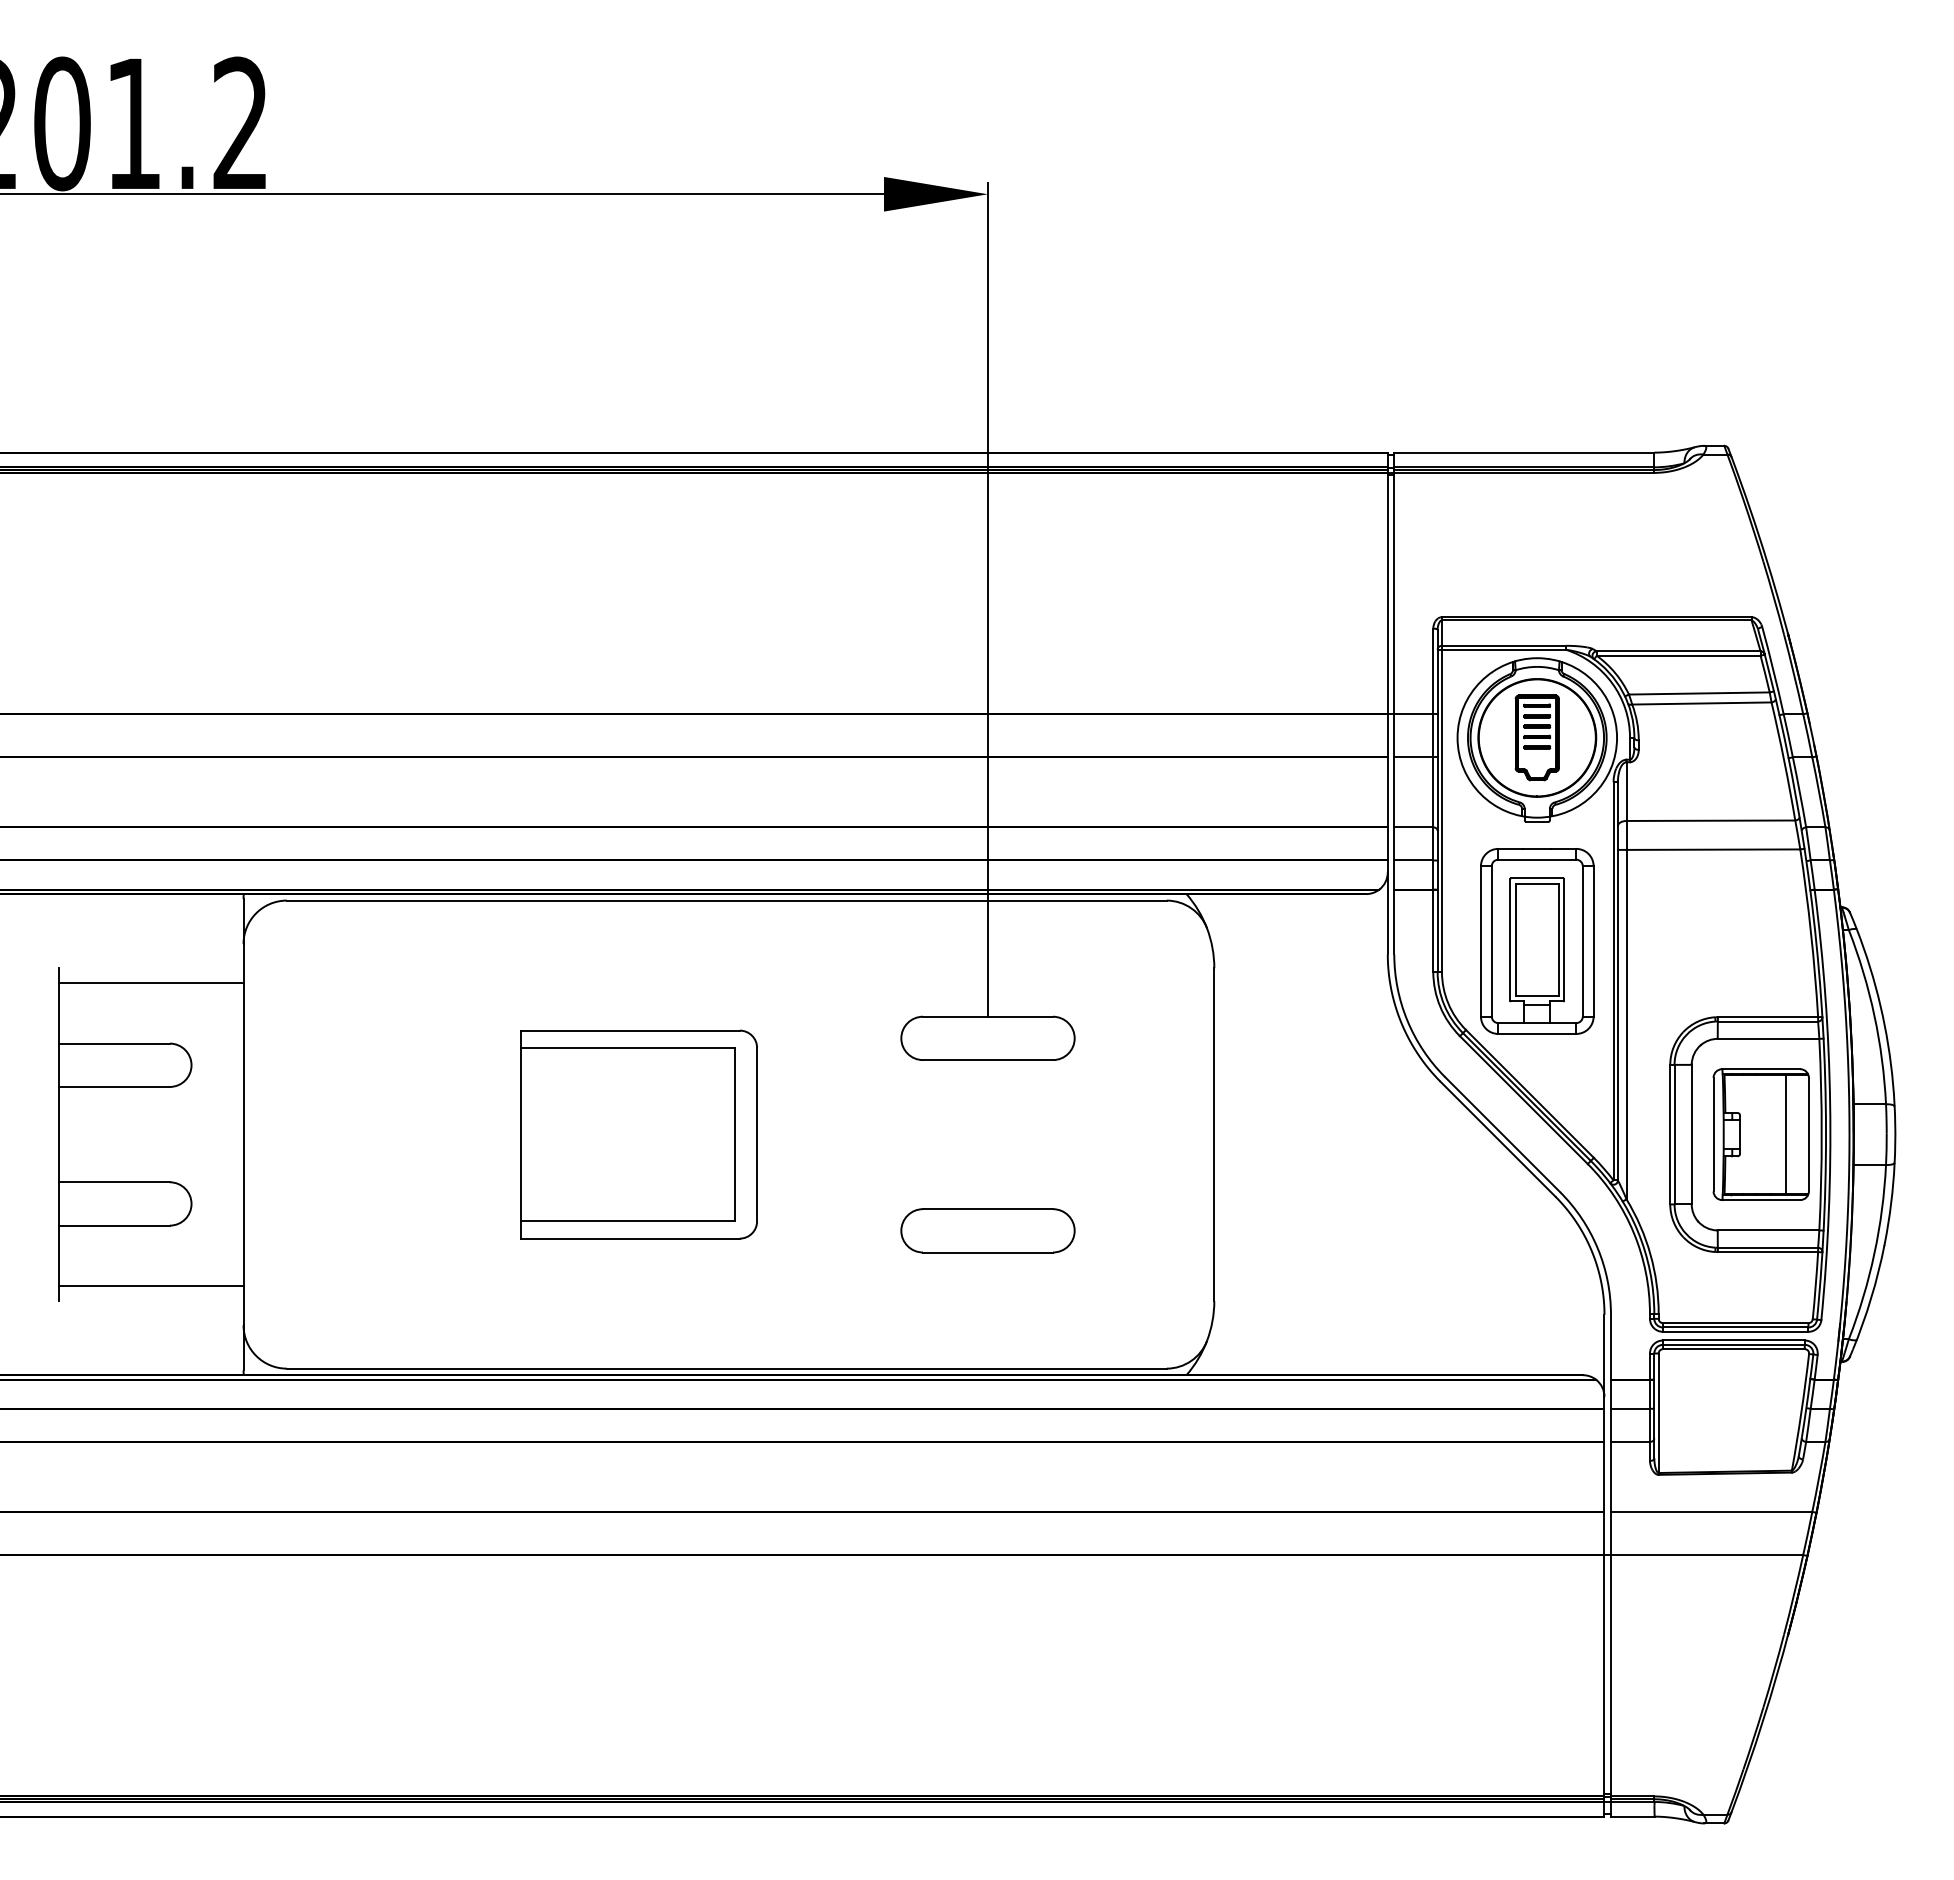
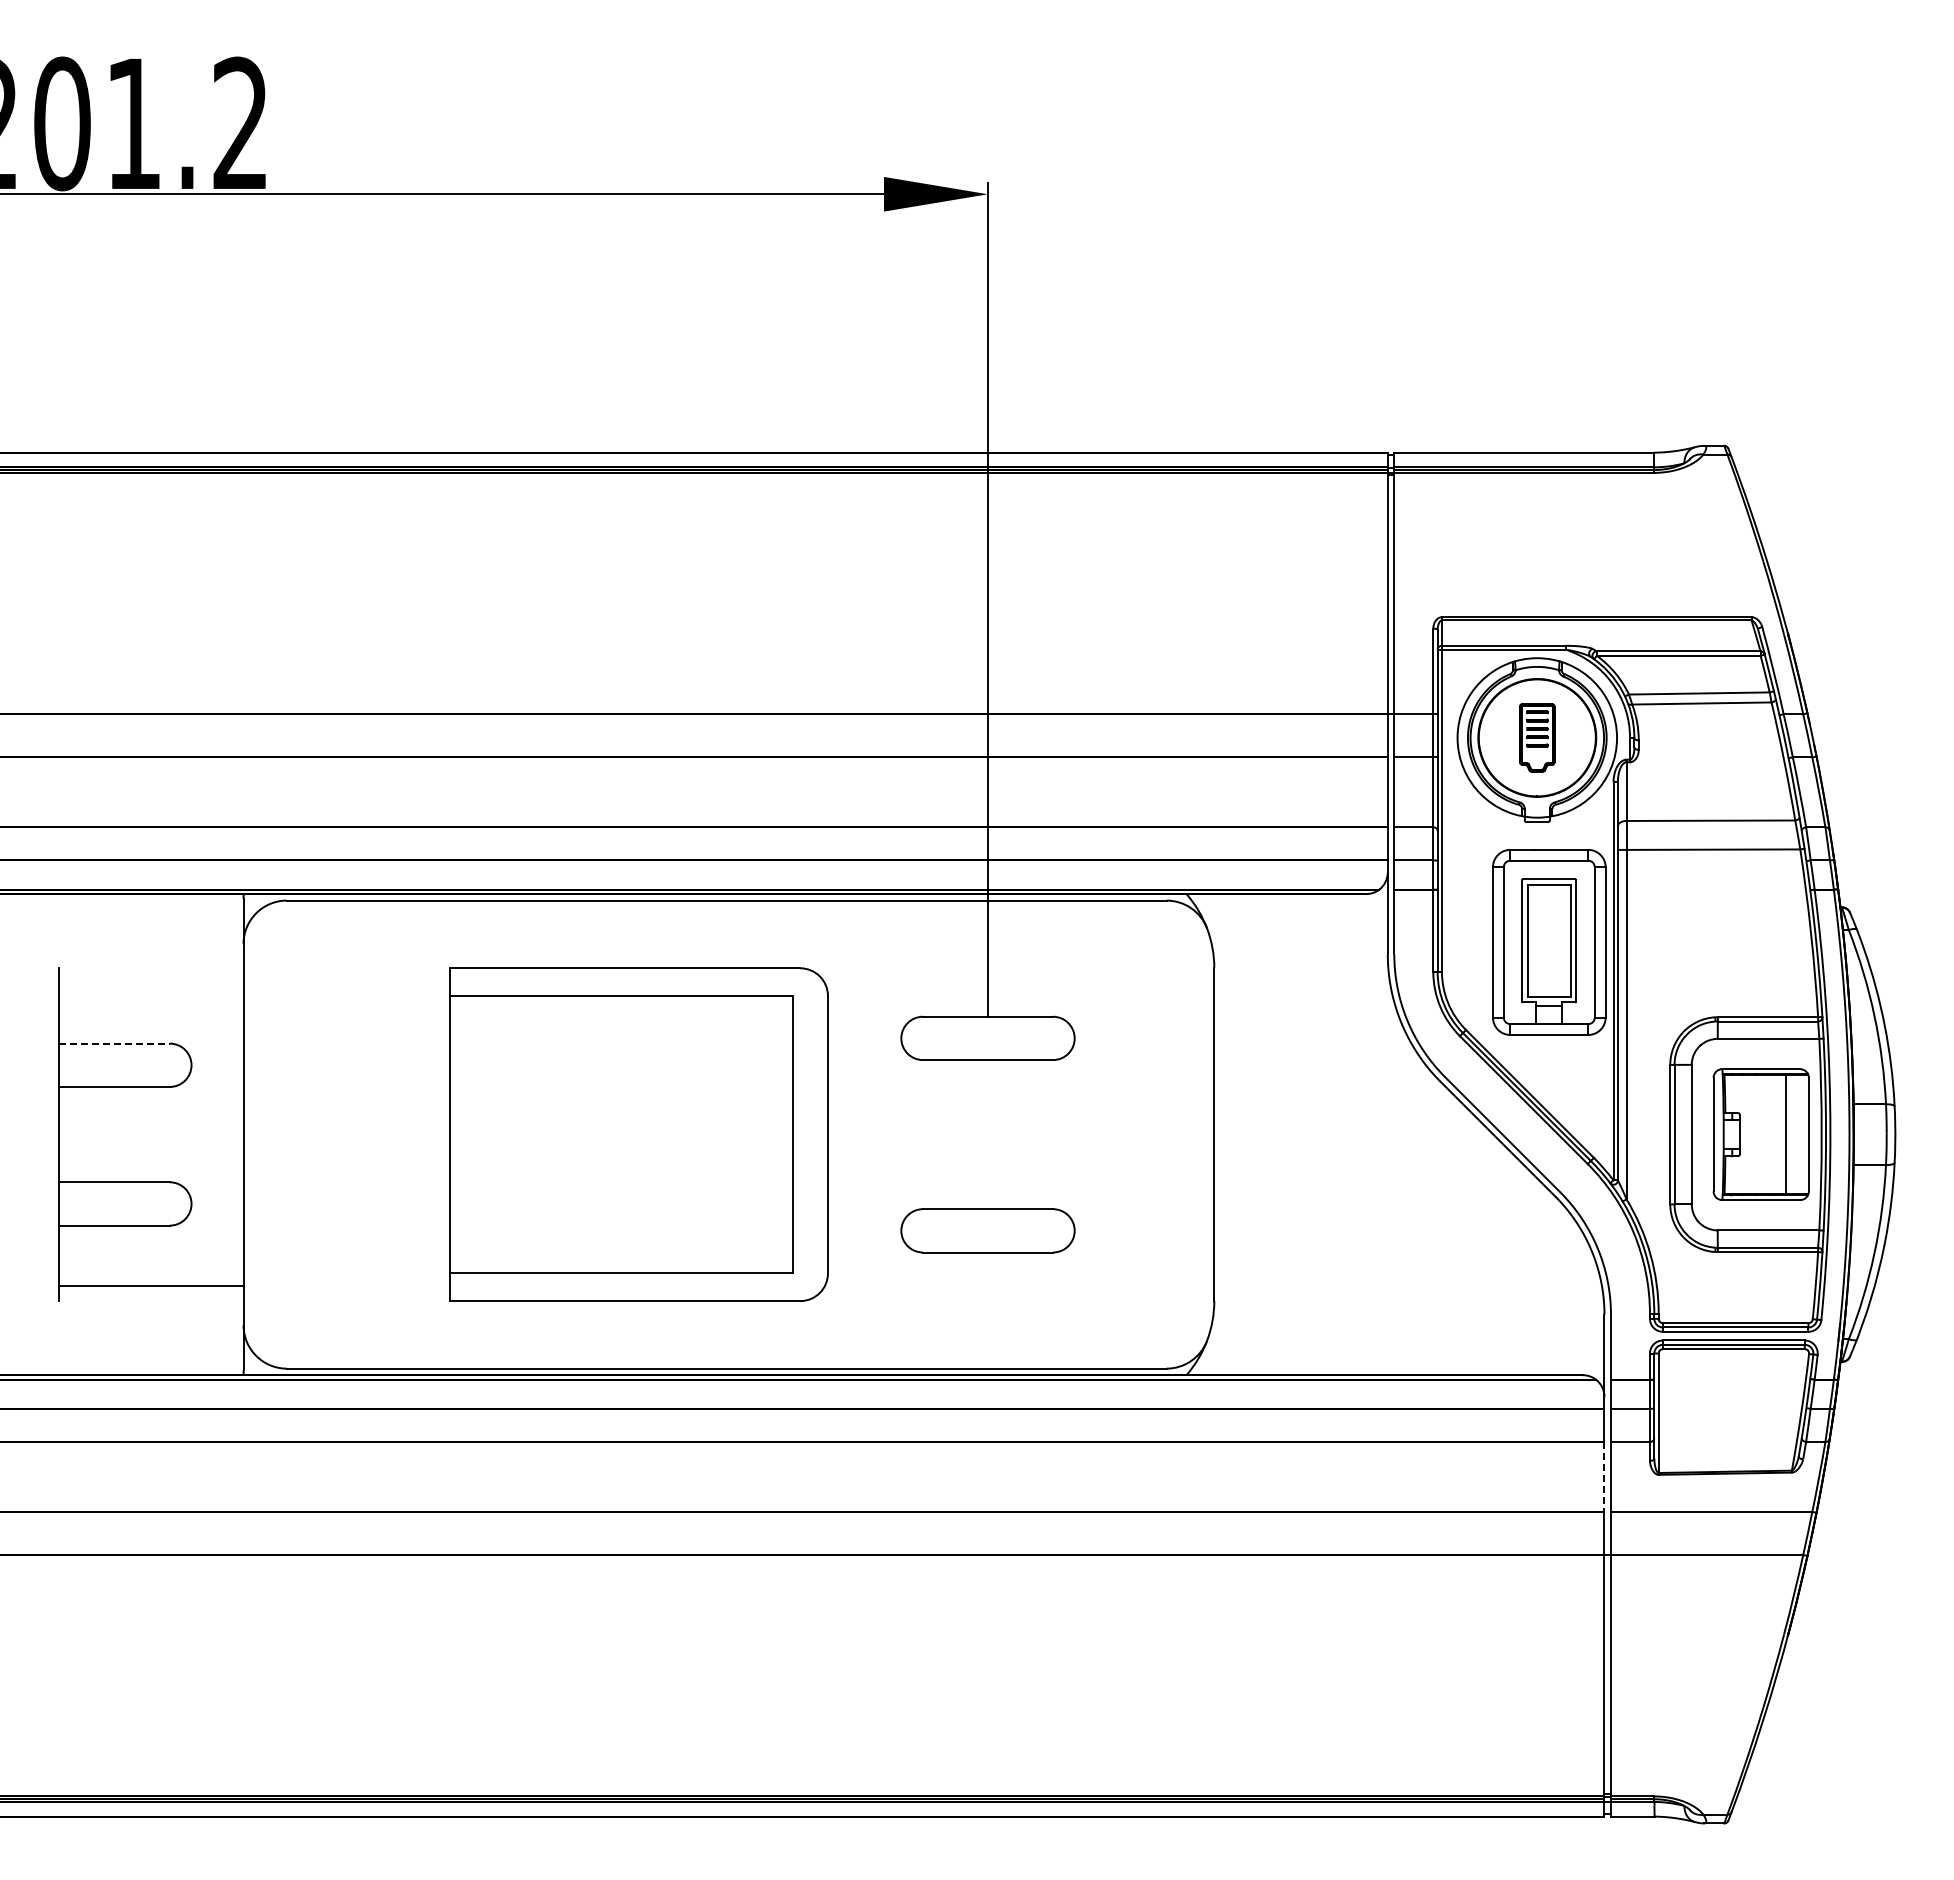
part at (1536, 737) size: 46x88 px -> 37x70 px
part at (1537, 941) position: (1537, 941) -> (1549, 942)
line at (150, 982): present -> none
line at (114, 1043): solid -> dashed
part at (638, 1134) size: 238x211 px -> 380x335 px
line at (1604, 1476): solid -> dashed
